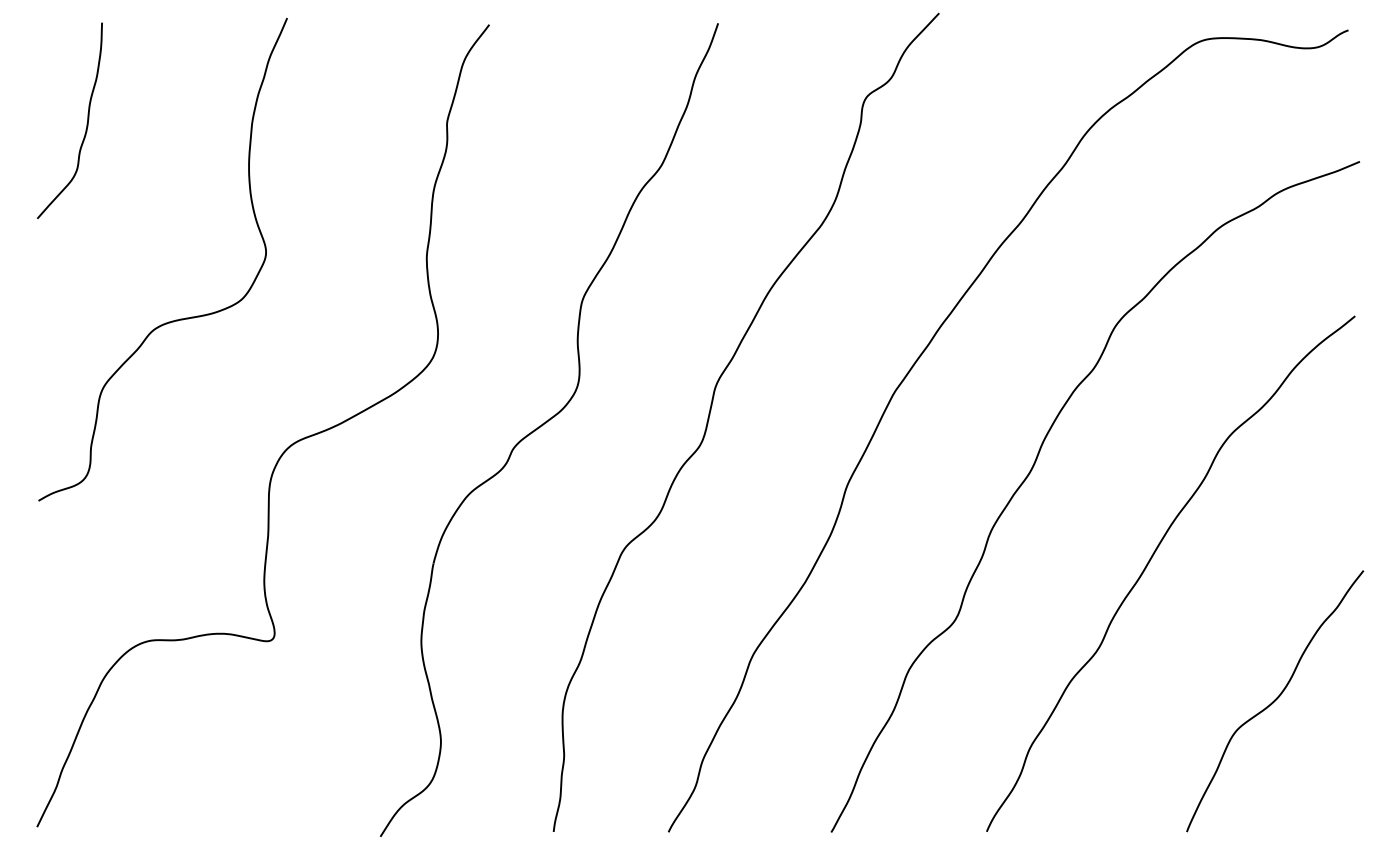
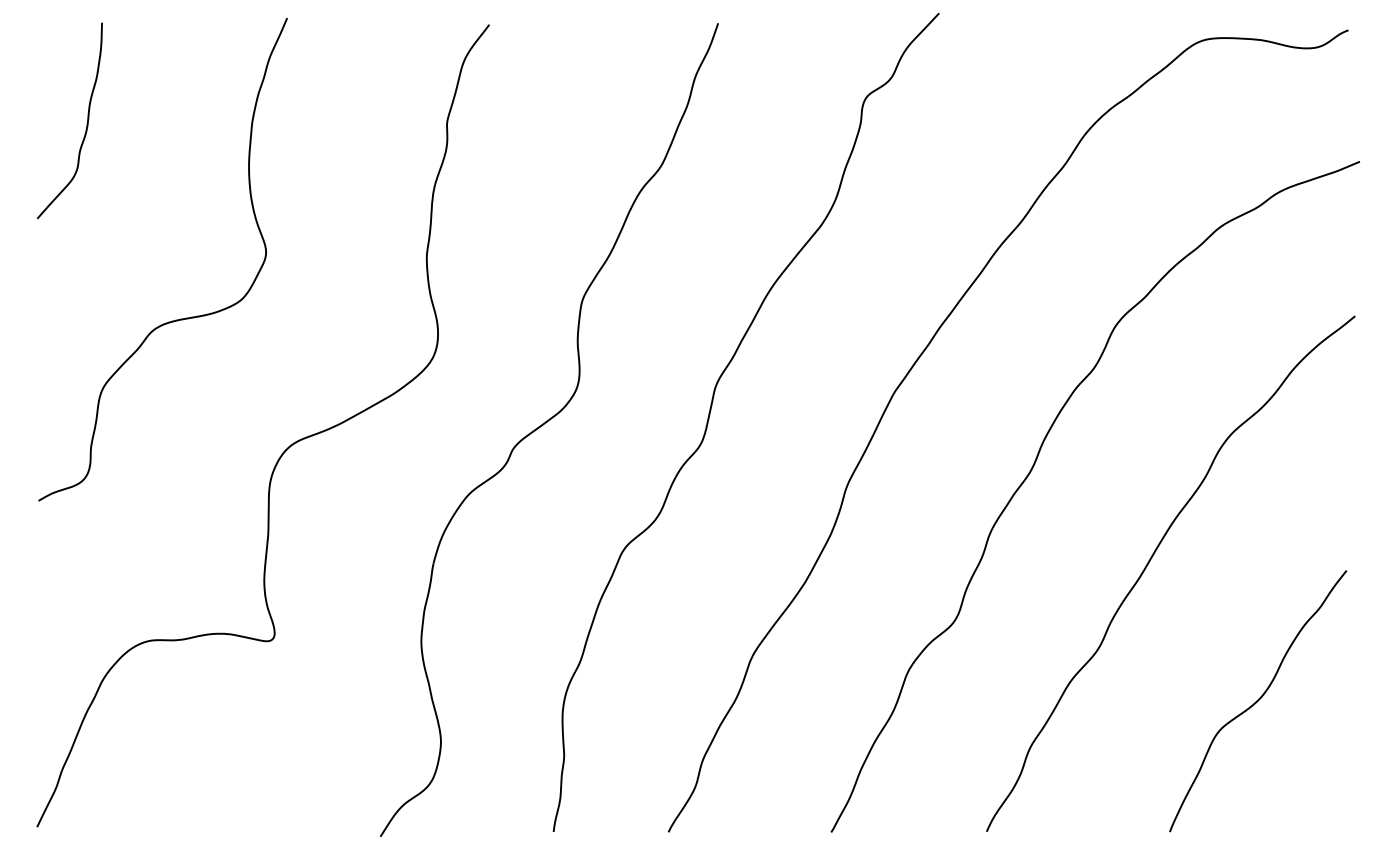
curve at (1275, 701) position: (1275, 701) -> (1258, 701)
